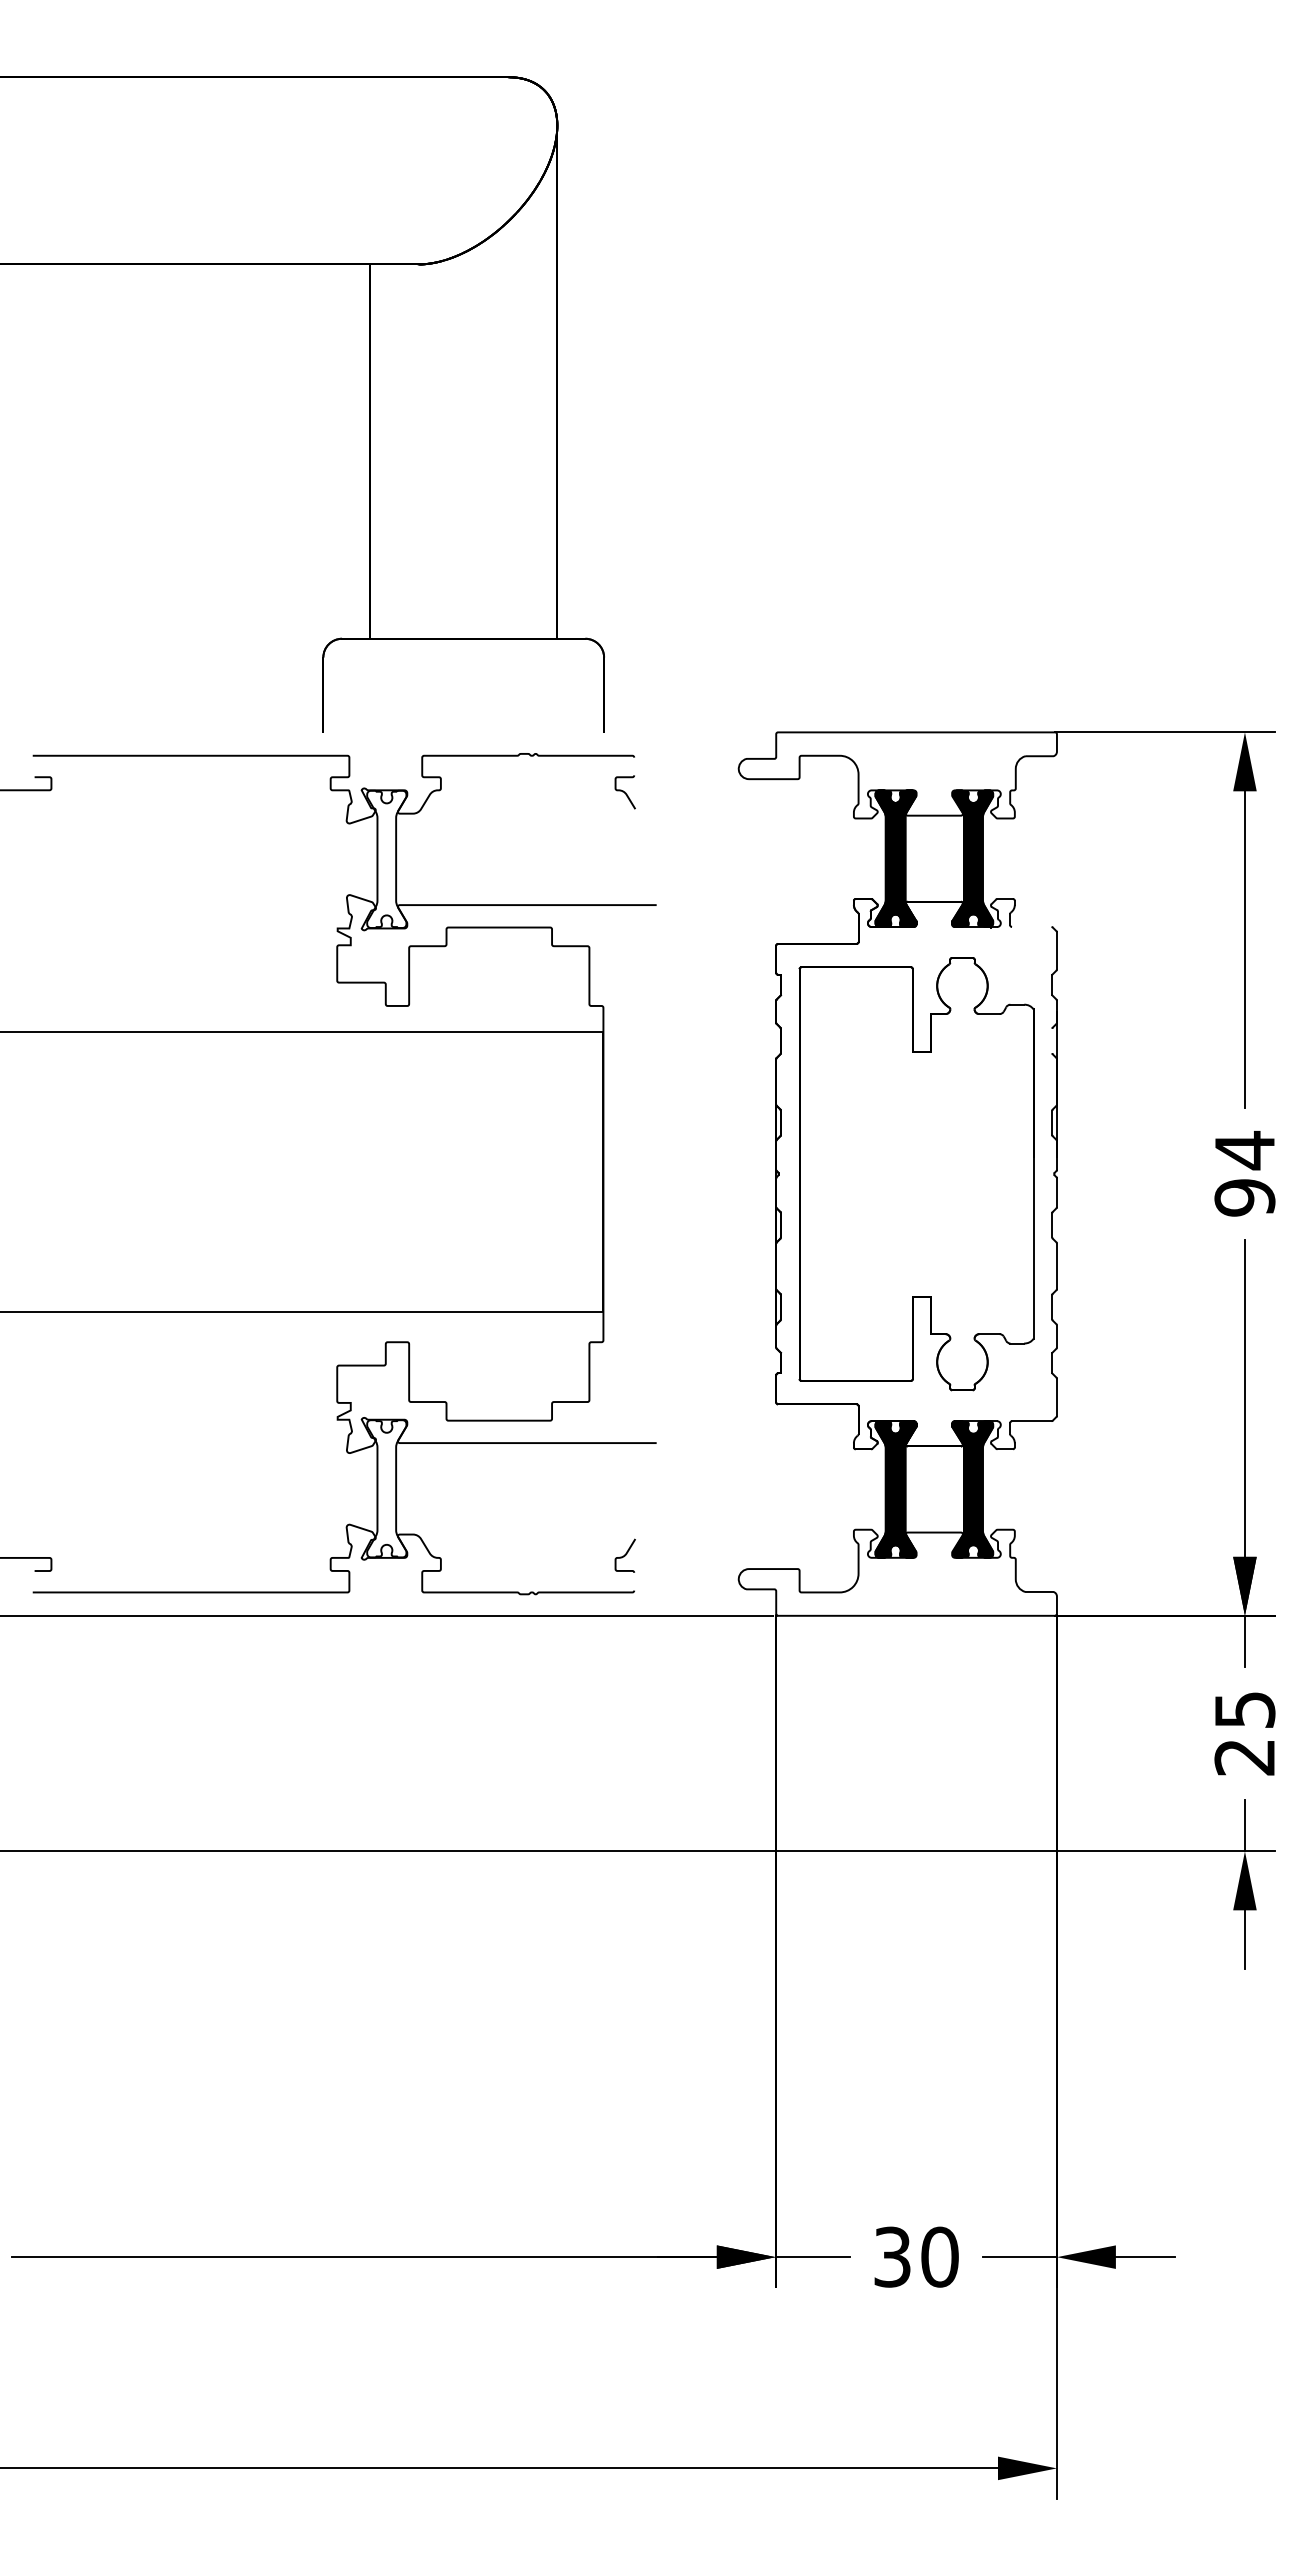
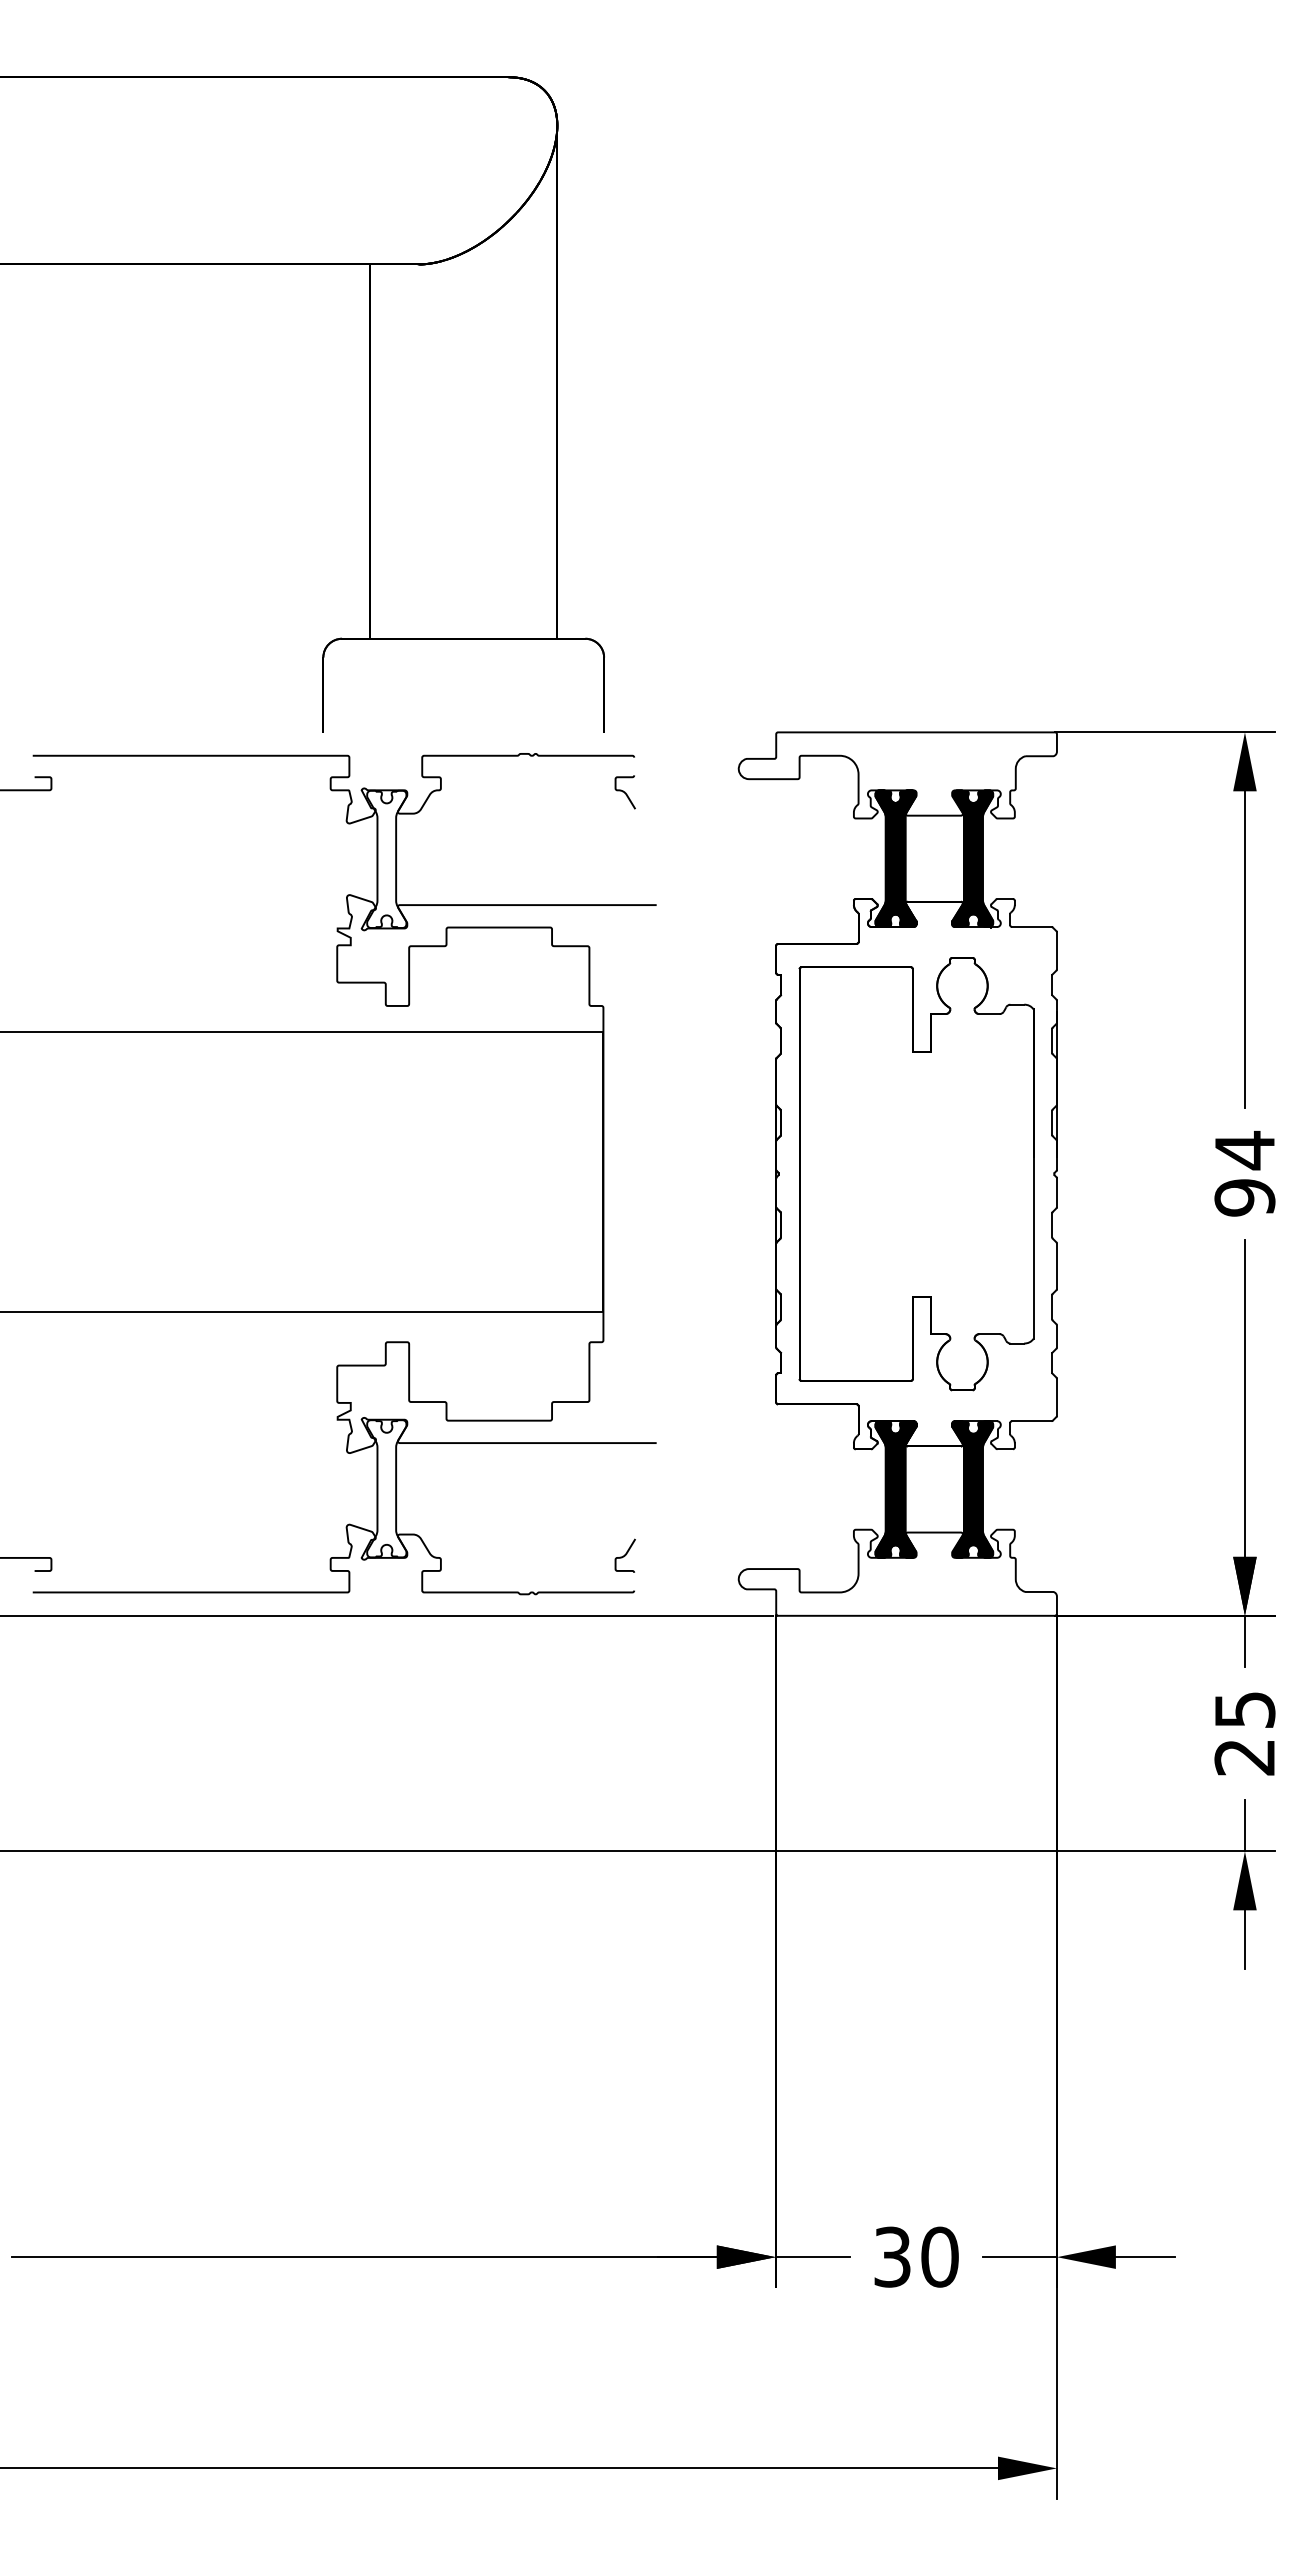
line at (1031, 927): none -> present
line at (1052, 1040): none -> present
